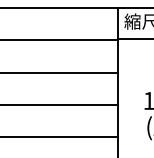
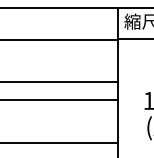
line at (60, 72) position: (60, 72) -> (60, 81)
line at (60, 104) position: (60, 104) -> (60, 99)
line at (60, 136) position: (60, 136) -> (60, 142)
